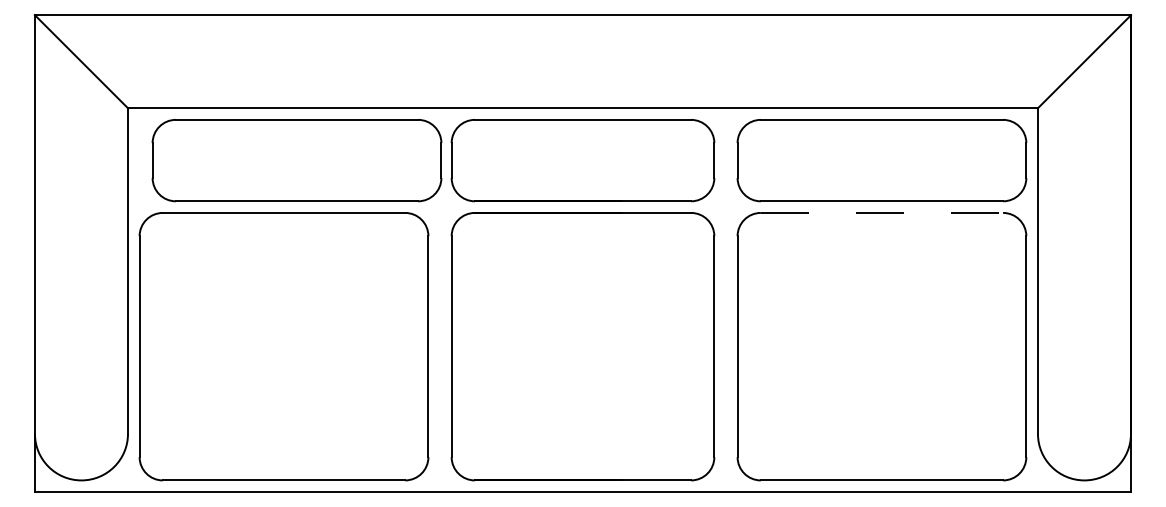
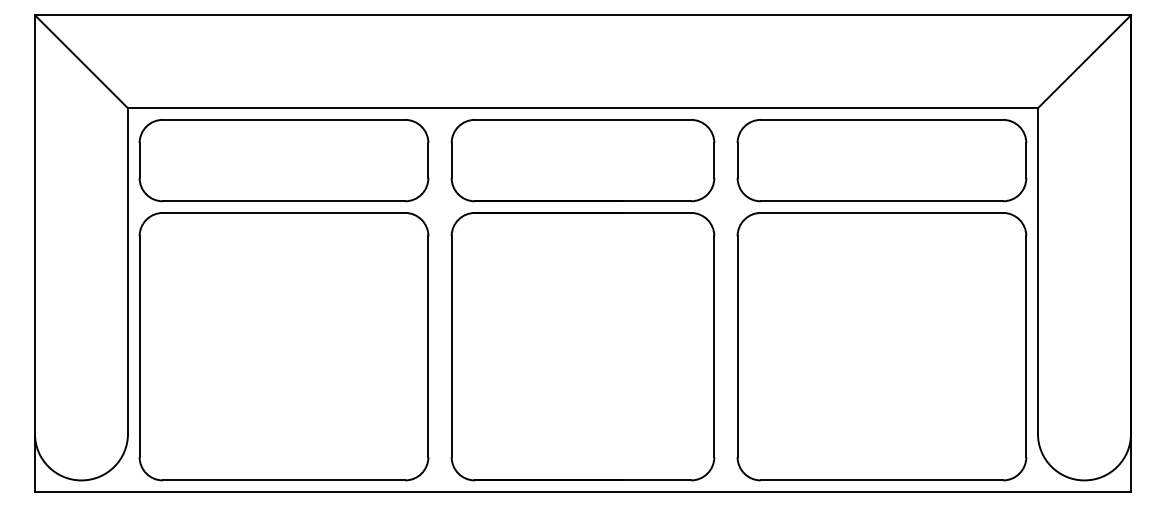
part at (296, 160) position: (296, 160) -> (283, 160)
line at (882, 212): dashed -> solid
